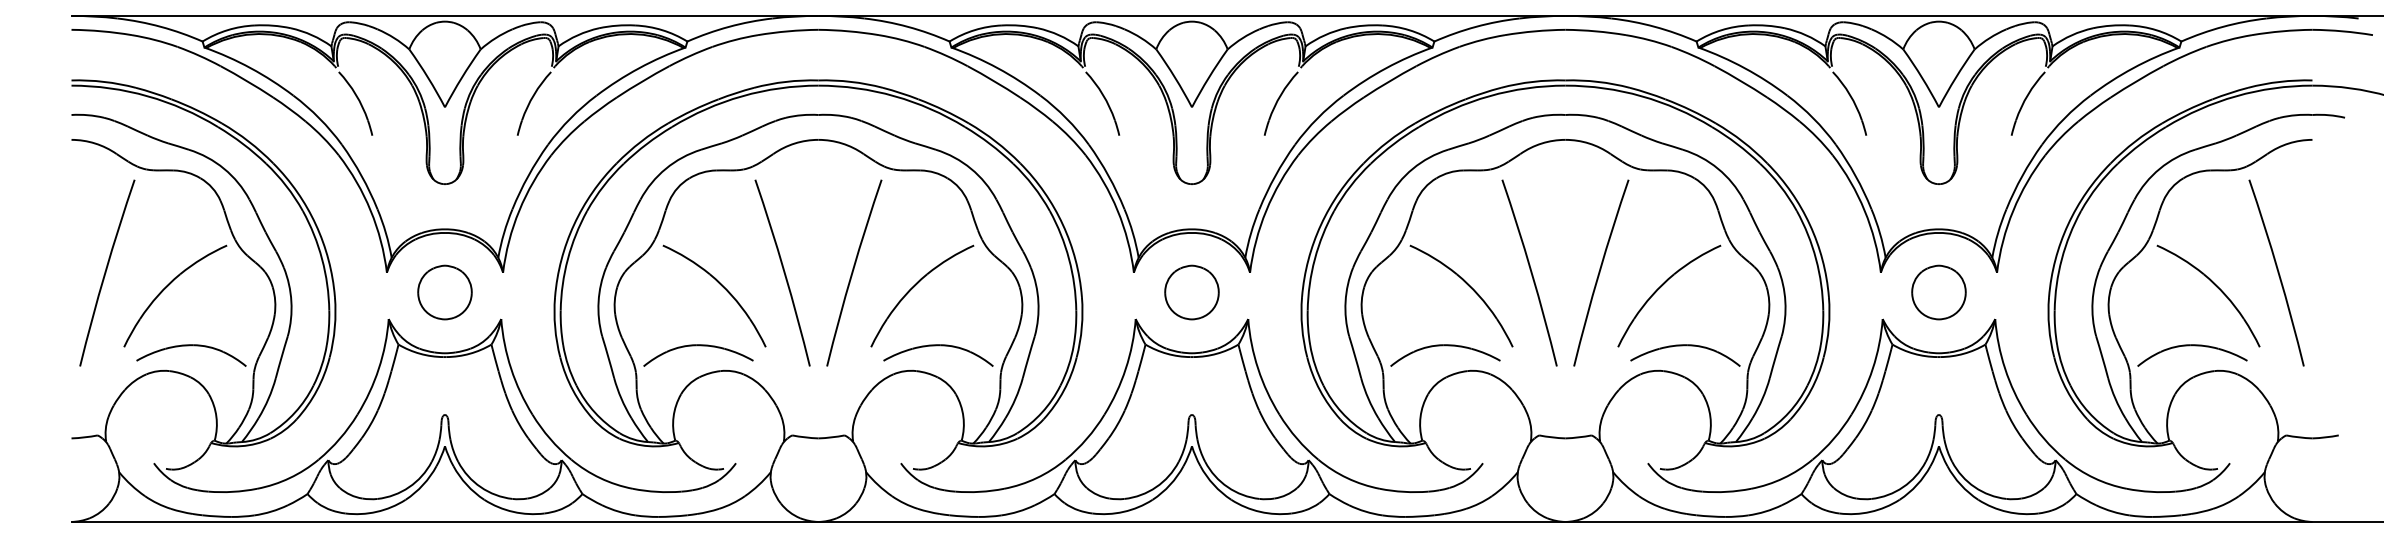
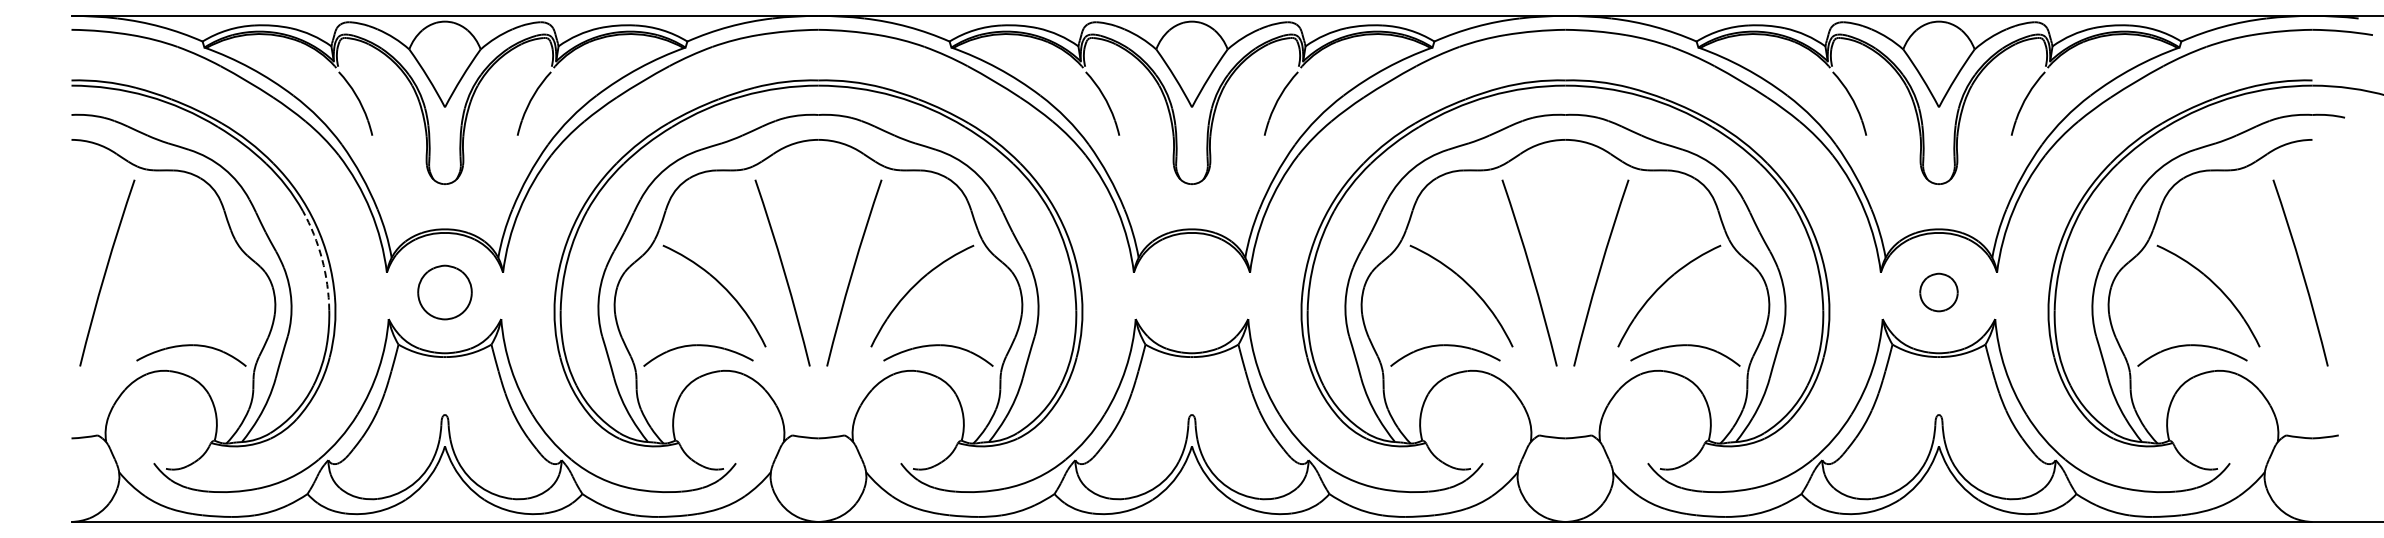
arc at (322, 259): solid -> dashed
arc at (2277, 272) position: (2277, 272) -> (2301, 272)
part at (167, 287): present -> none
part at (1191, 292): present -> none
part at (1938, 292) size: 56x57 px -> 40x41 px
